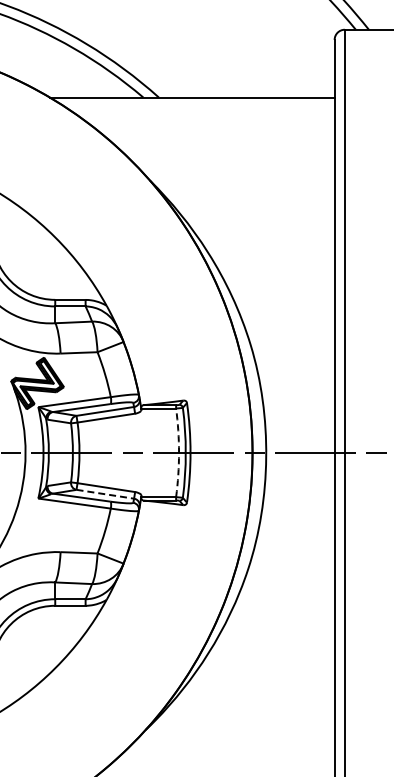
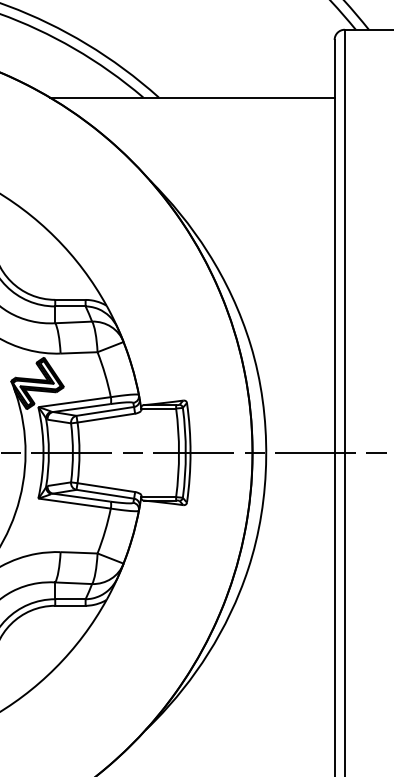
arc at (179, 452): dashed -> solid
line at (105, 494): dashed -> solid
